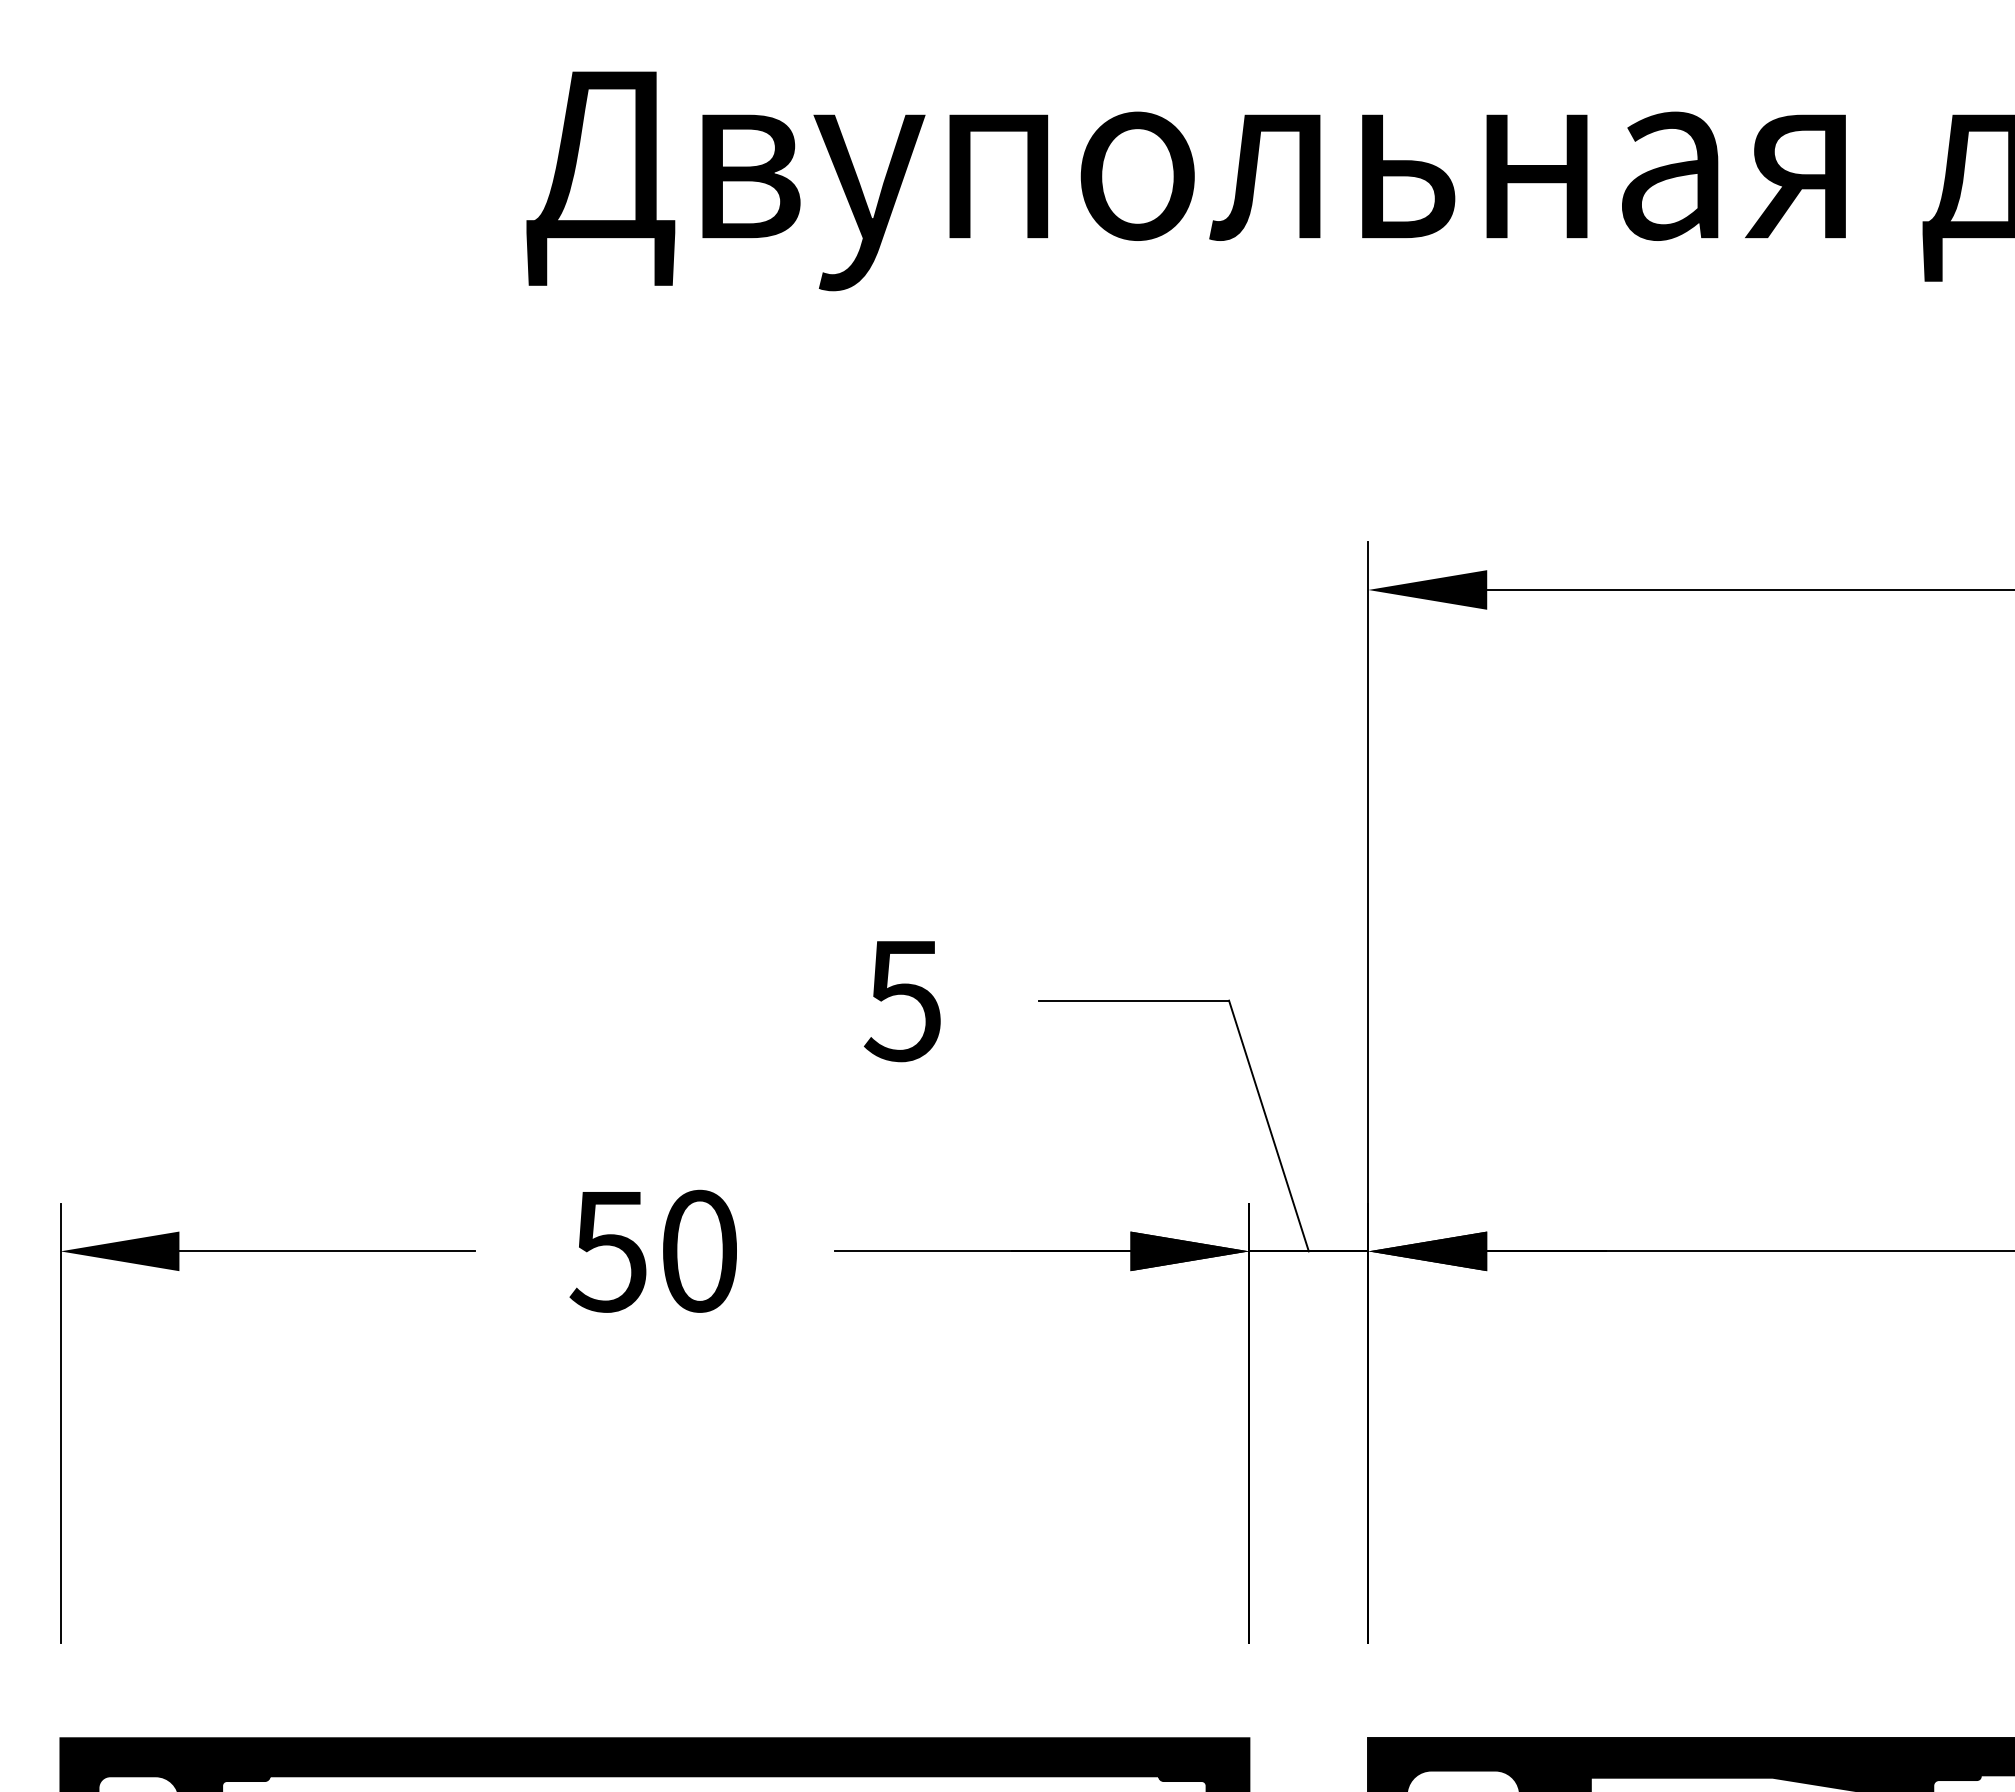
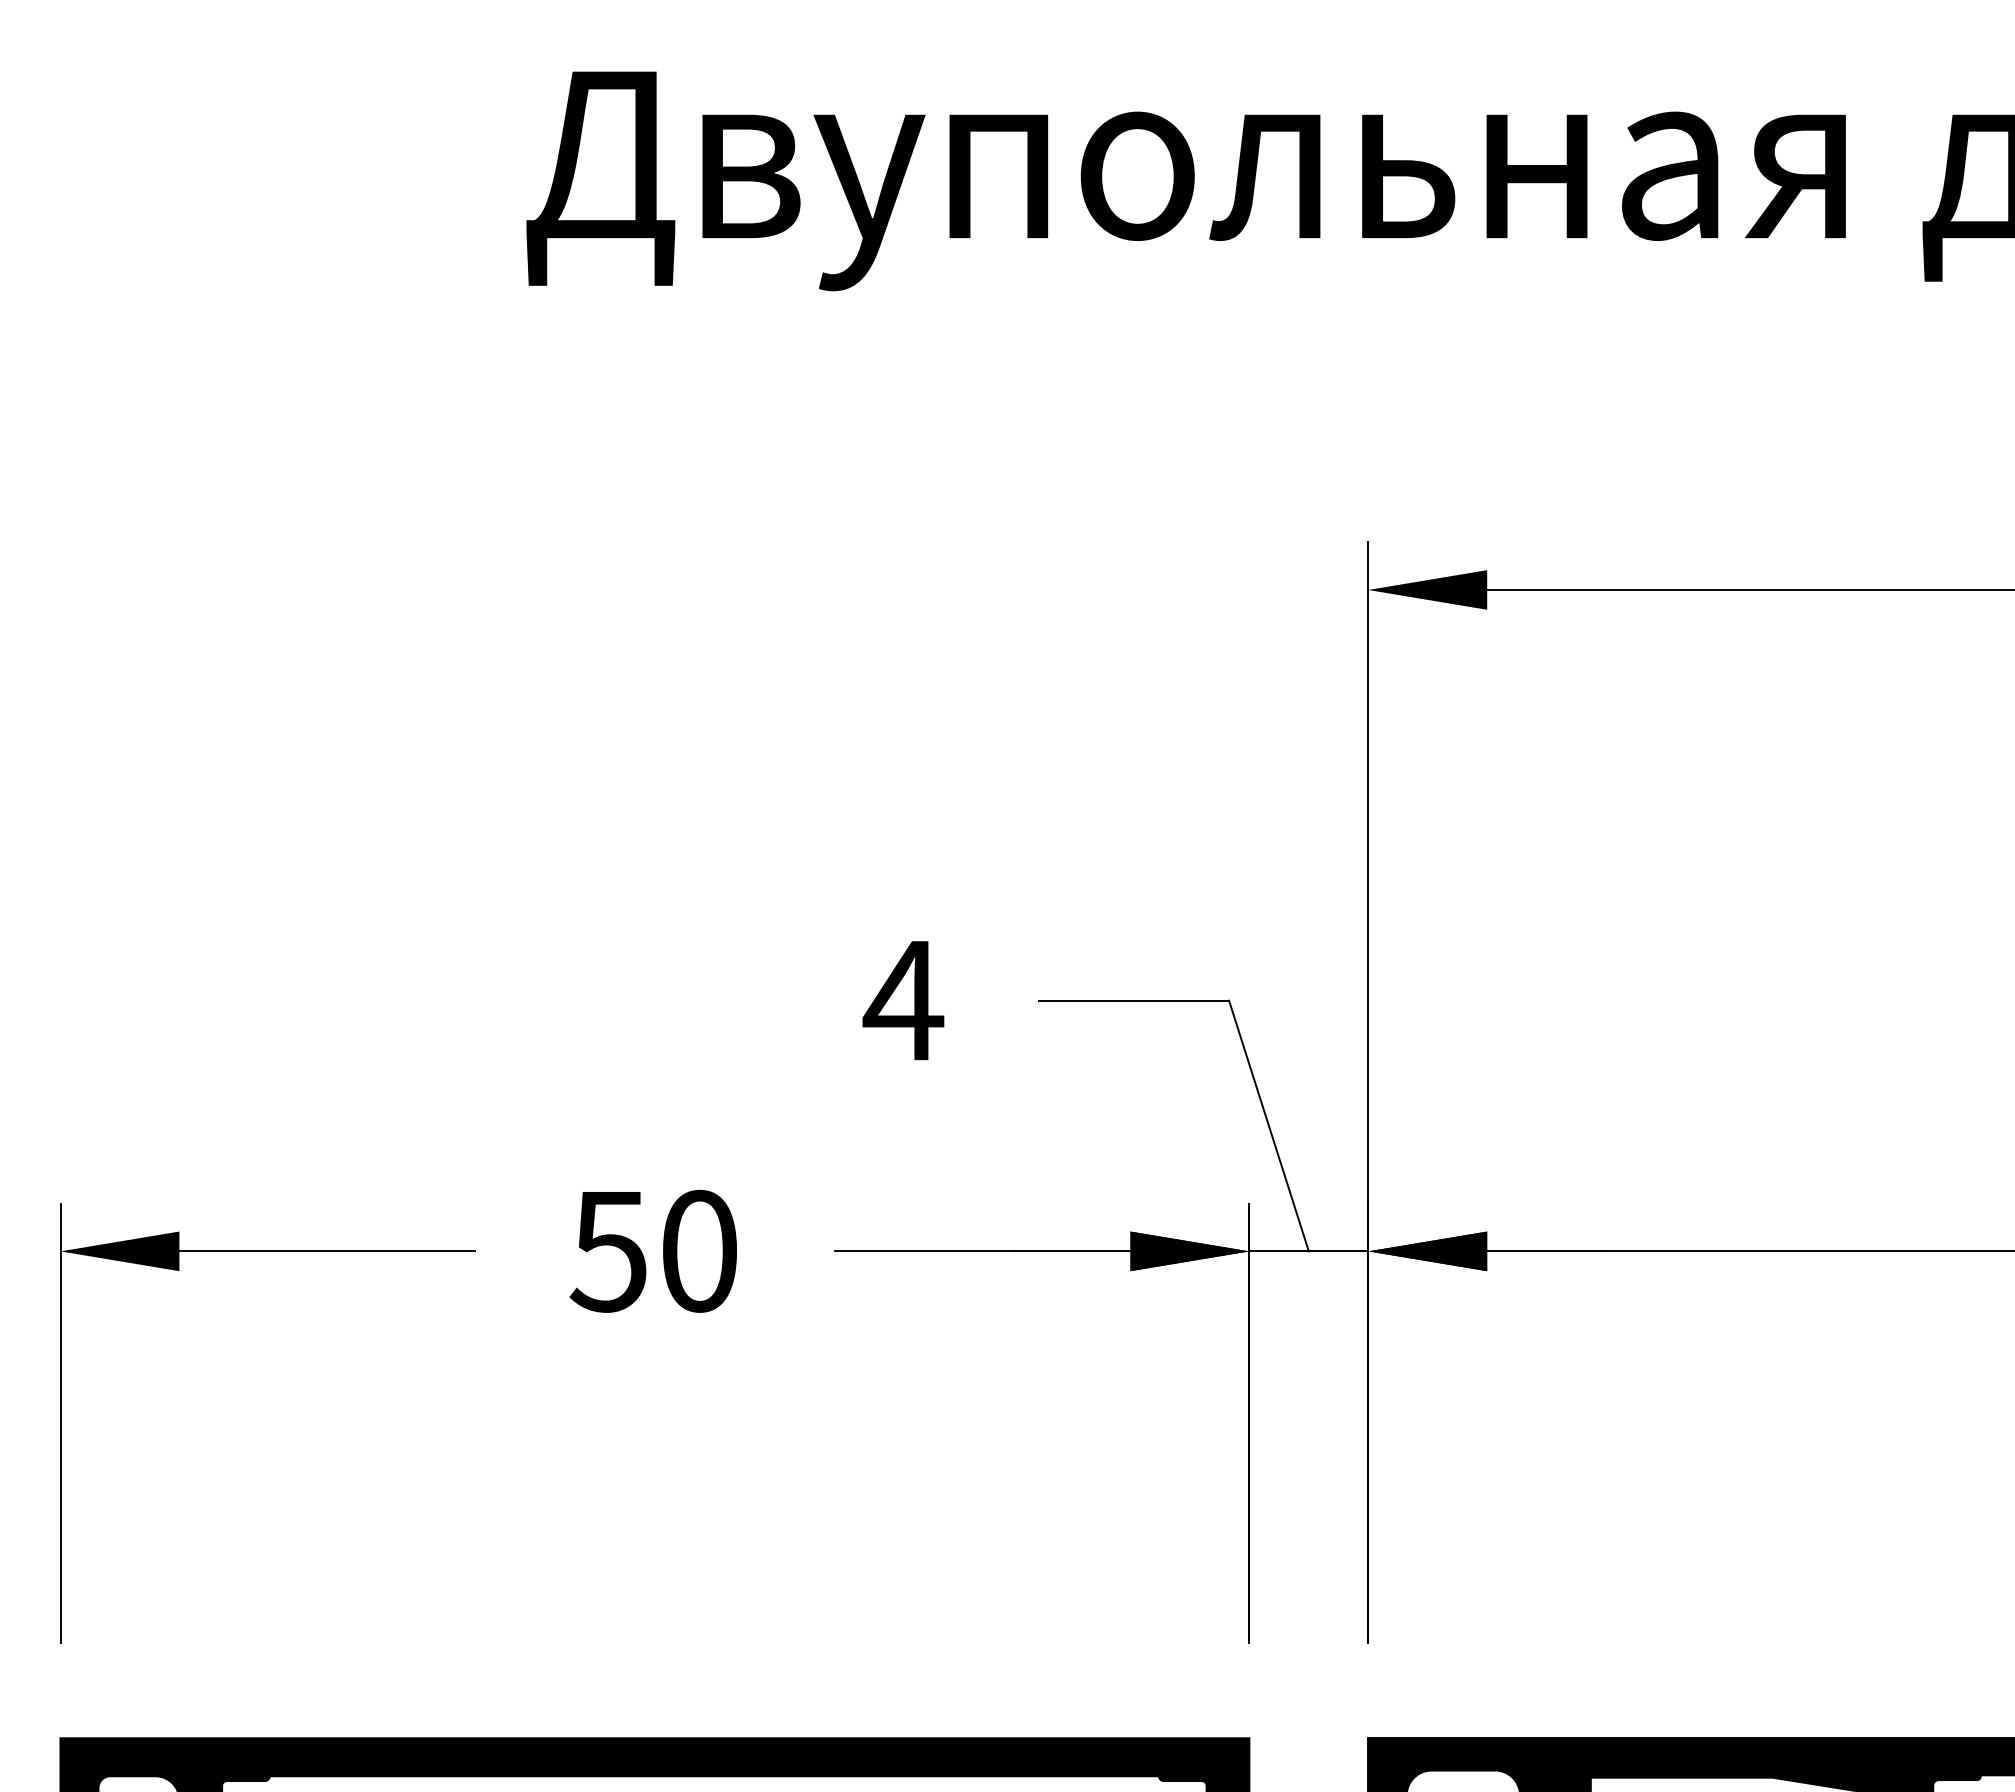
text at (903, 1001): 5 -> 4
